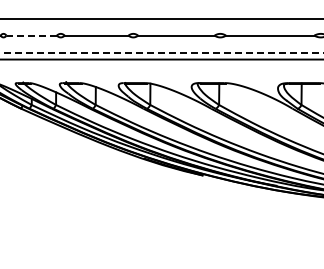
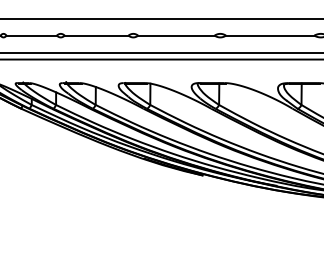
line at (31, 35): dashed -> solid
line at (161, 52): dashed -> solid
